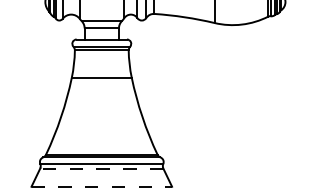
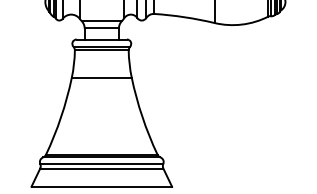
line at (101, 168): dashed -> solid
line at (102, 186): dashed -> solid
